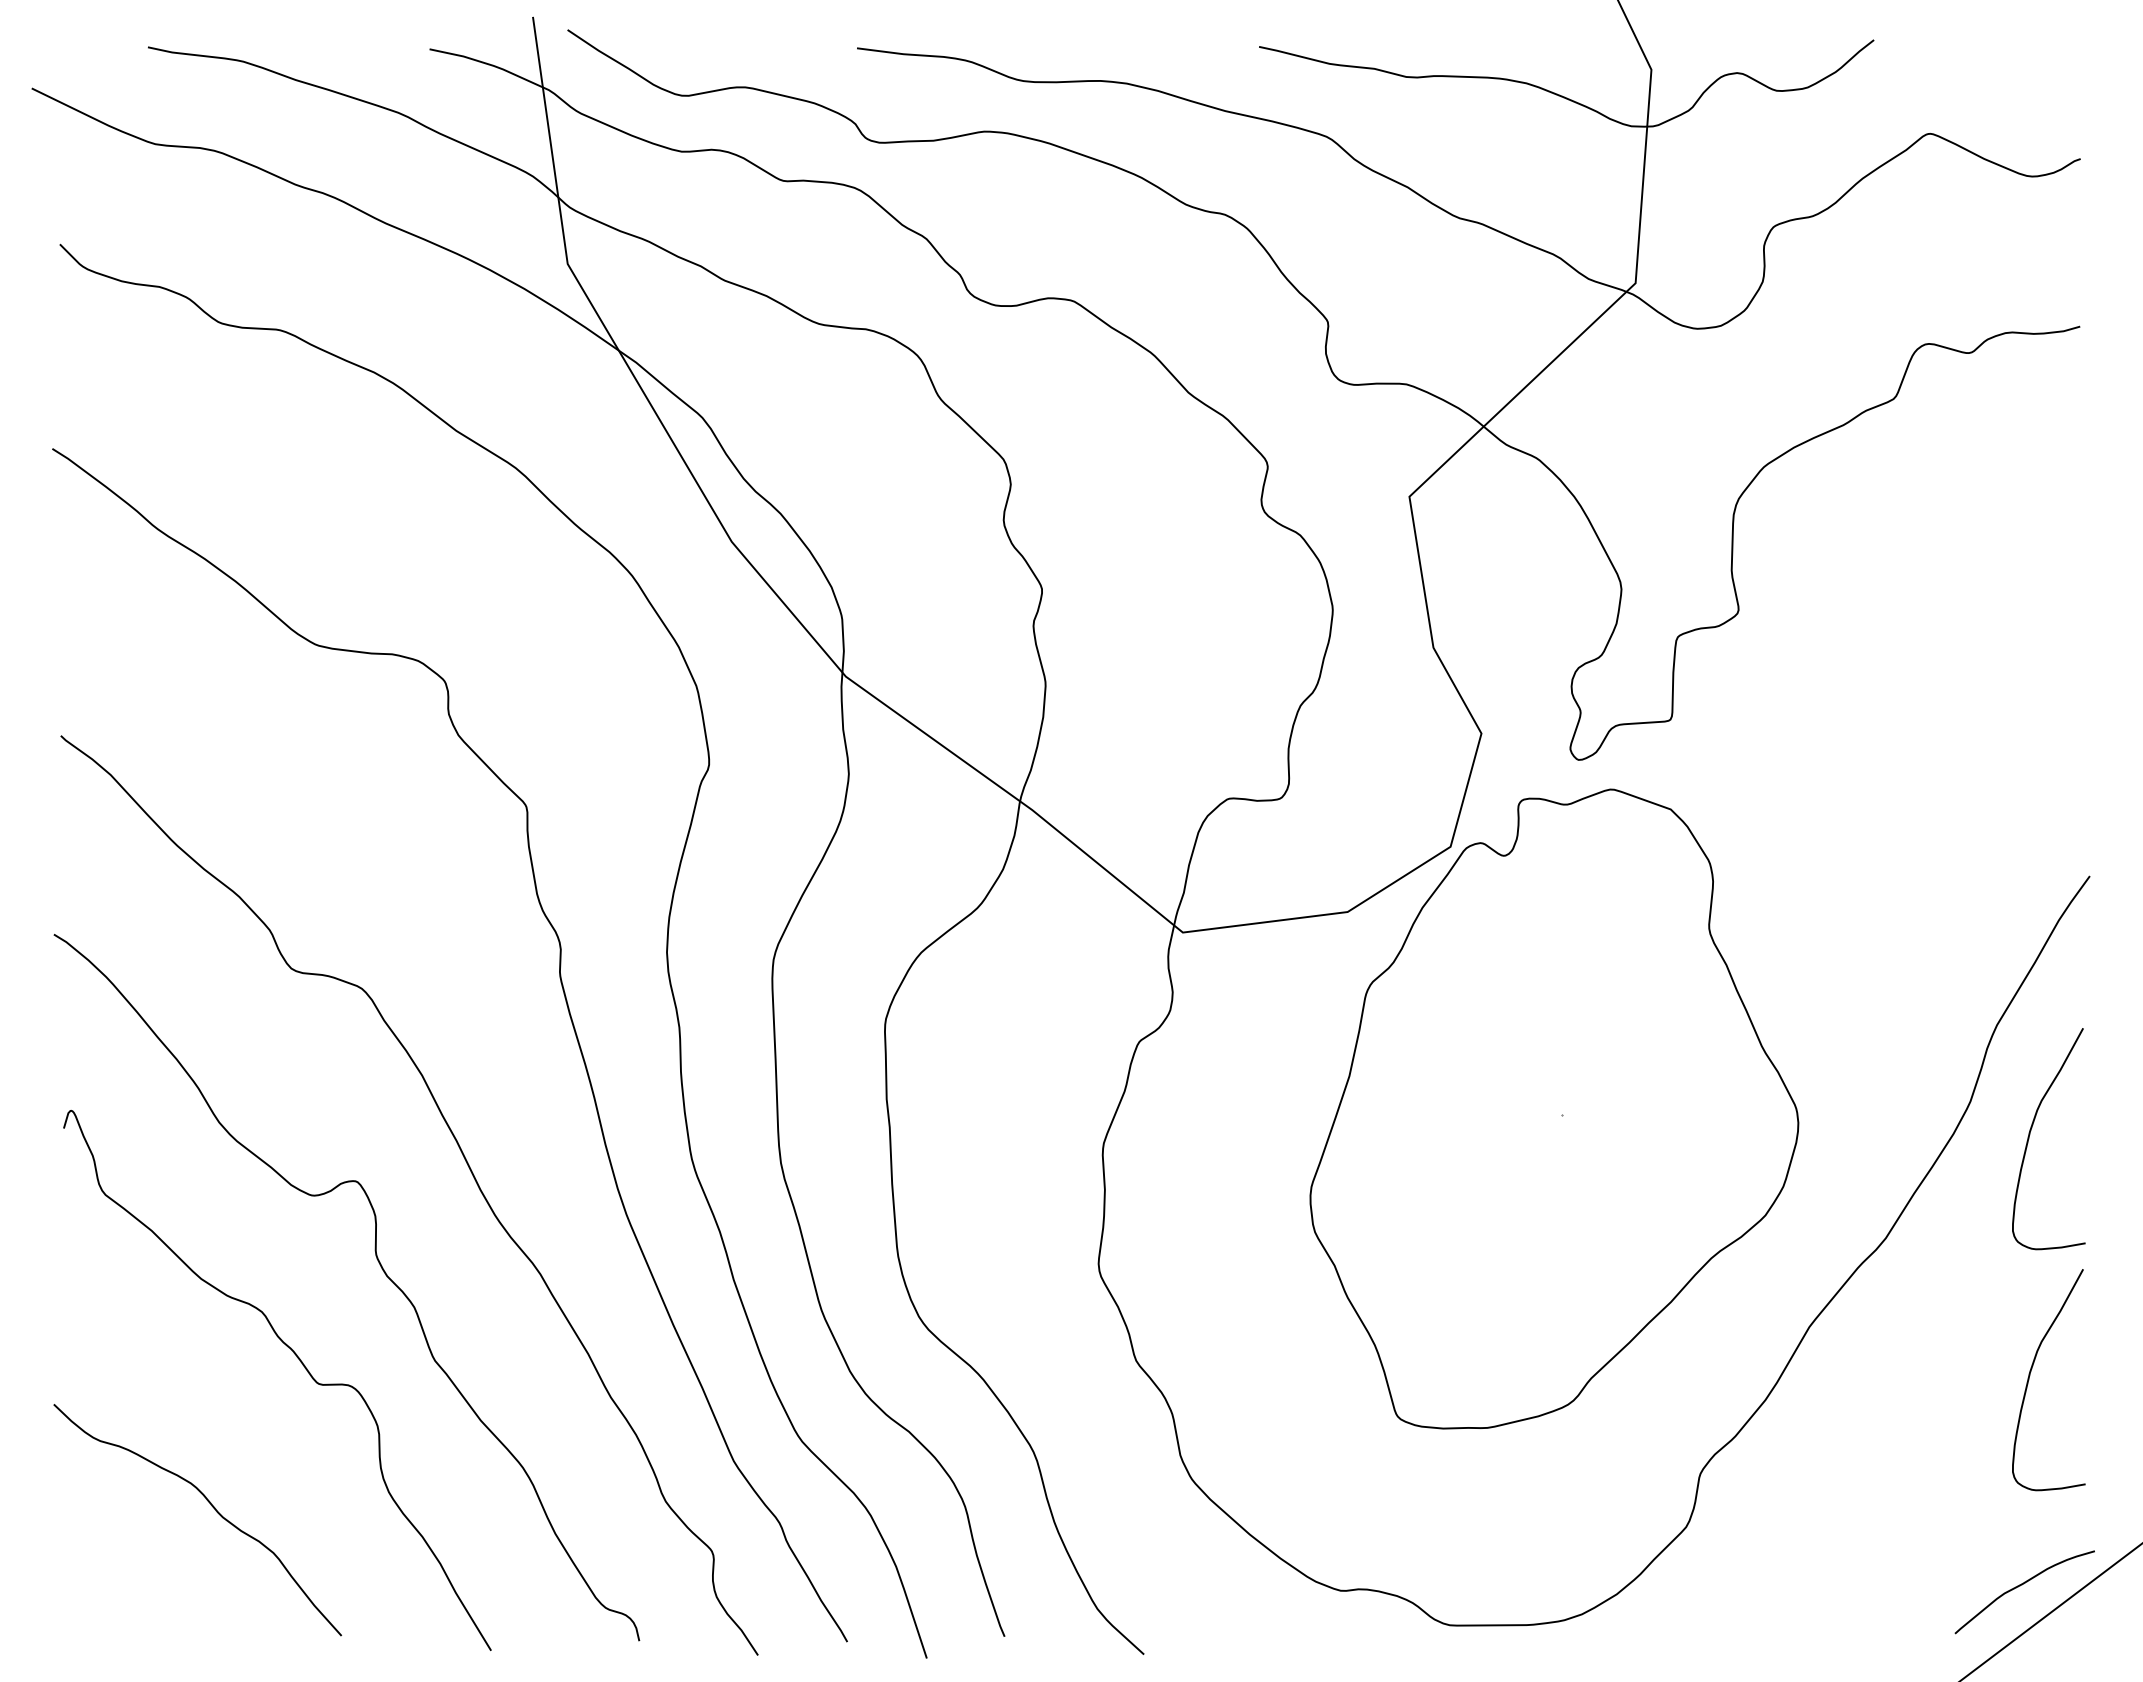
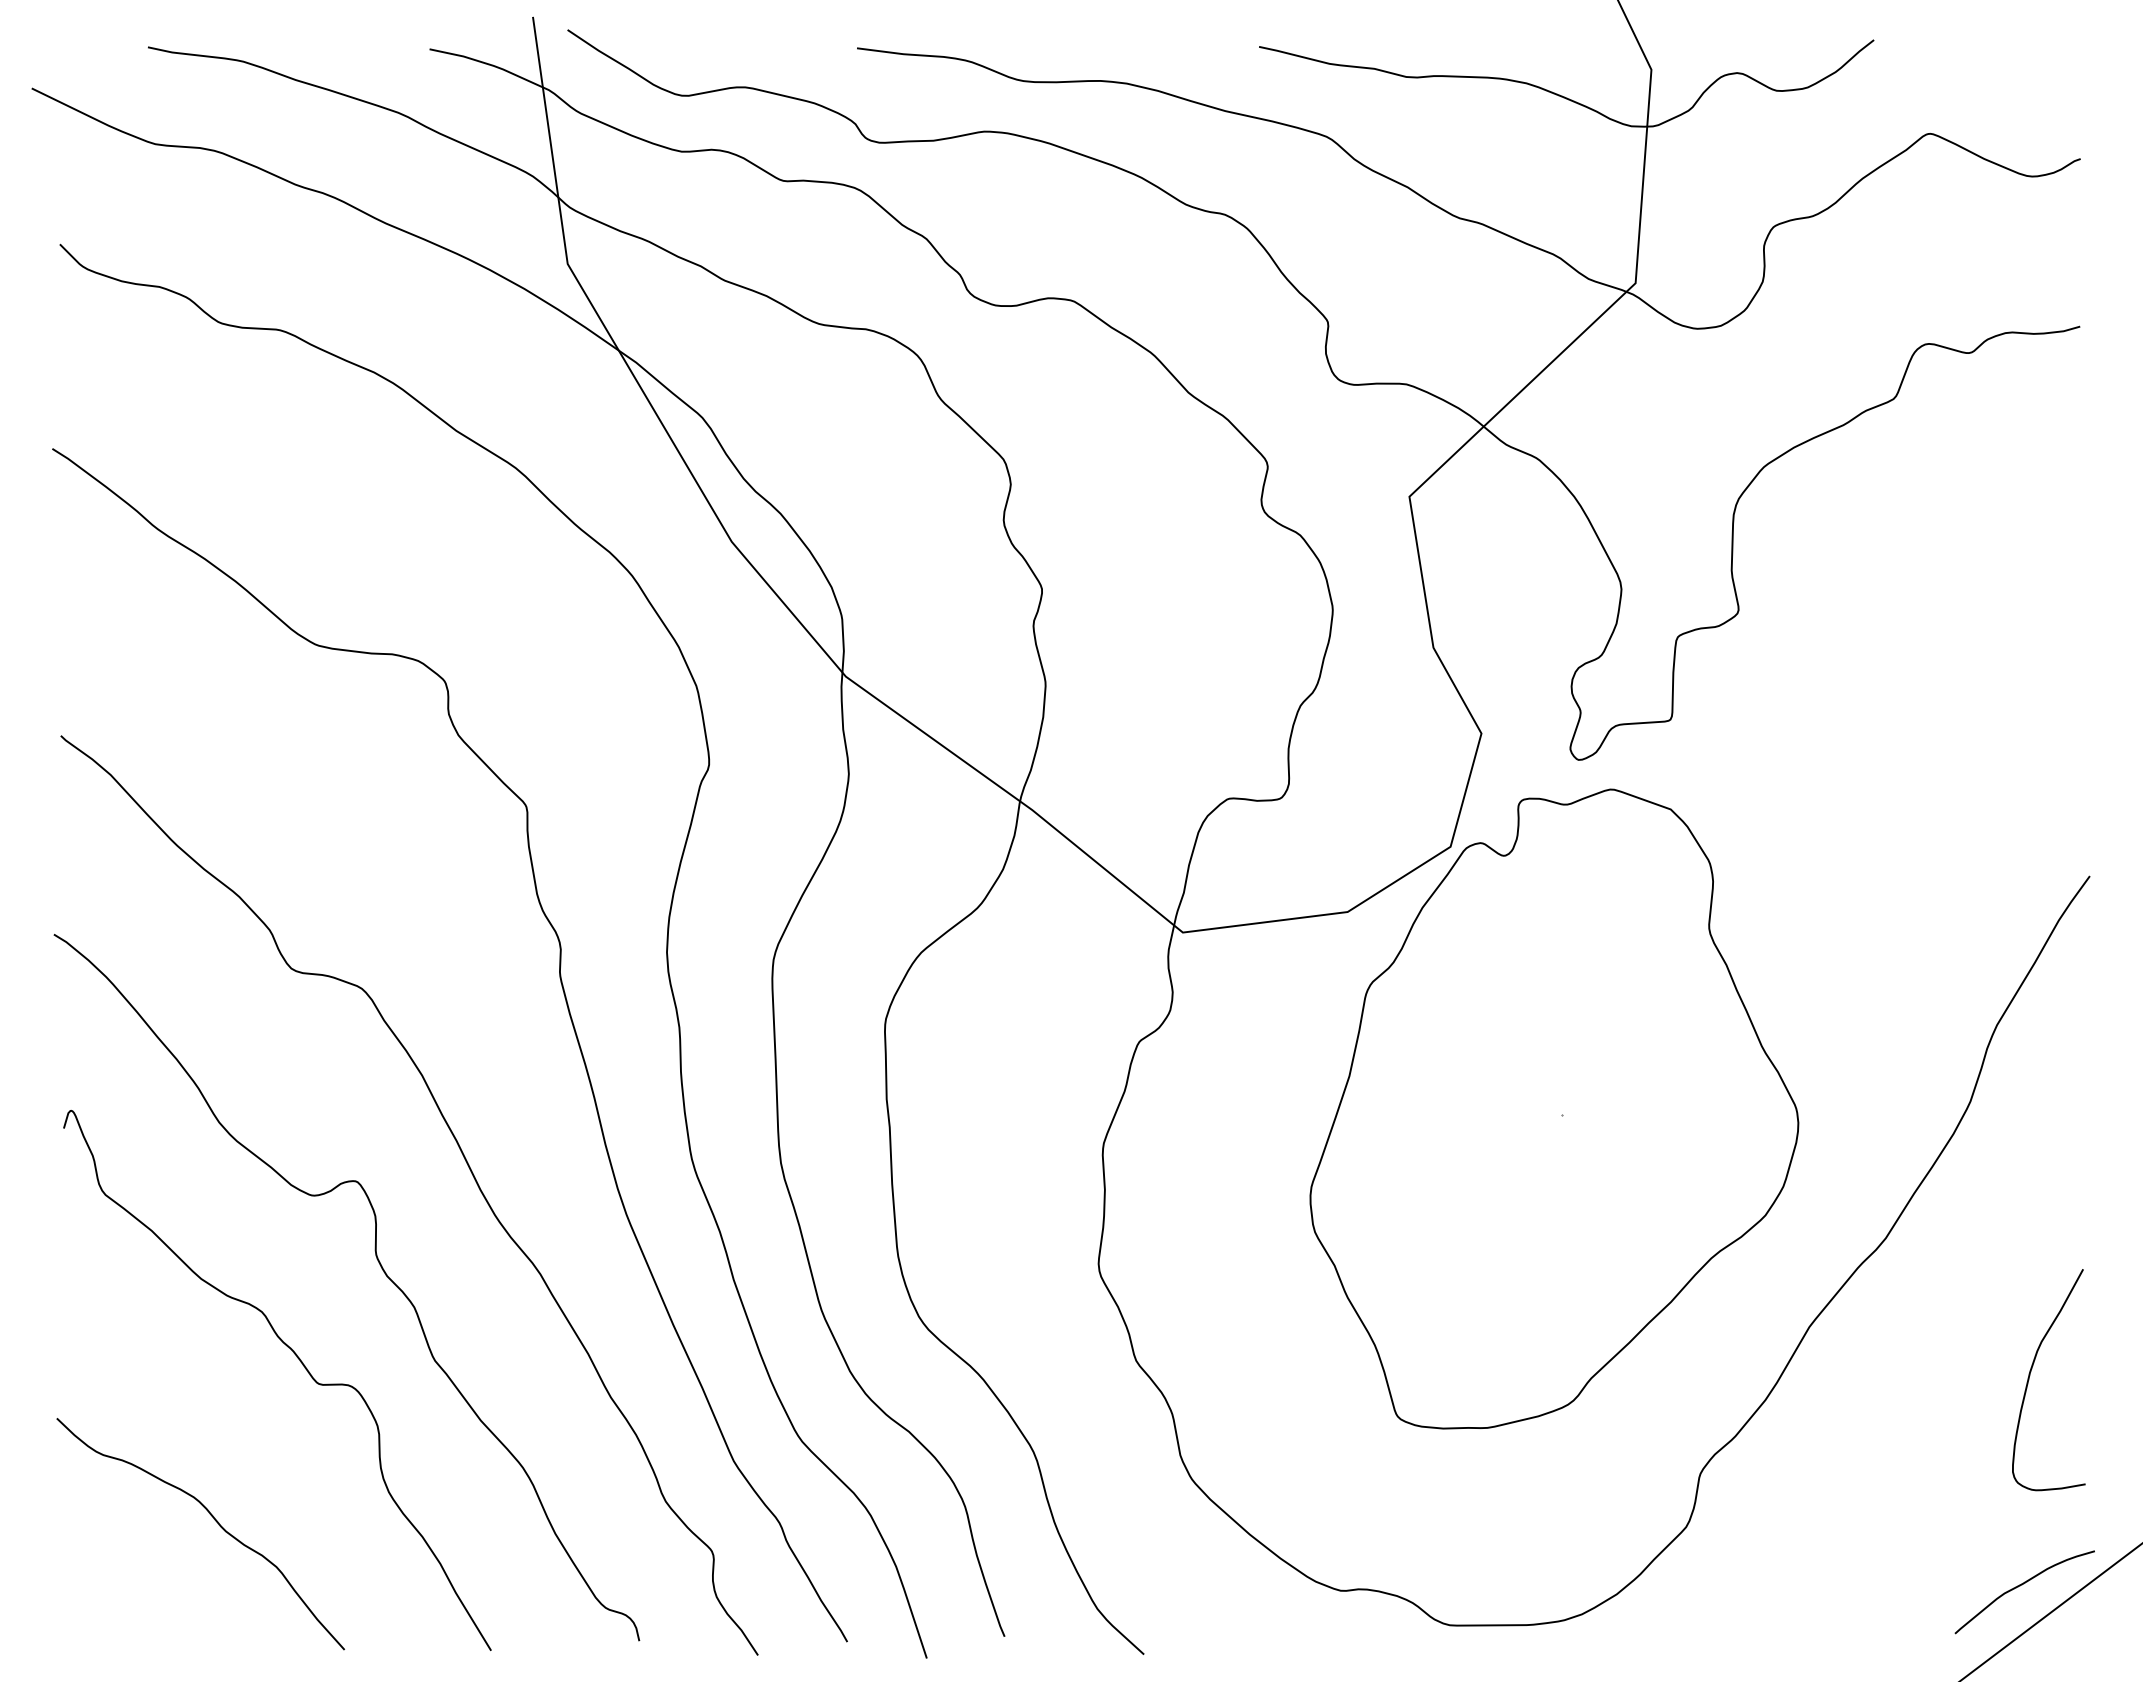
curve at (2030, 1134): present -> none
curve at (211, 1506) position: (211, 1506) -> (214, 1520)
